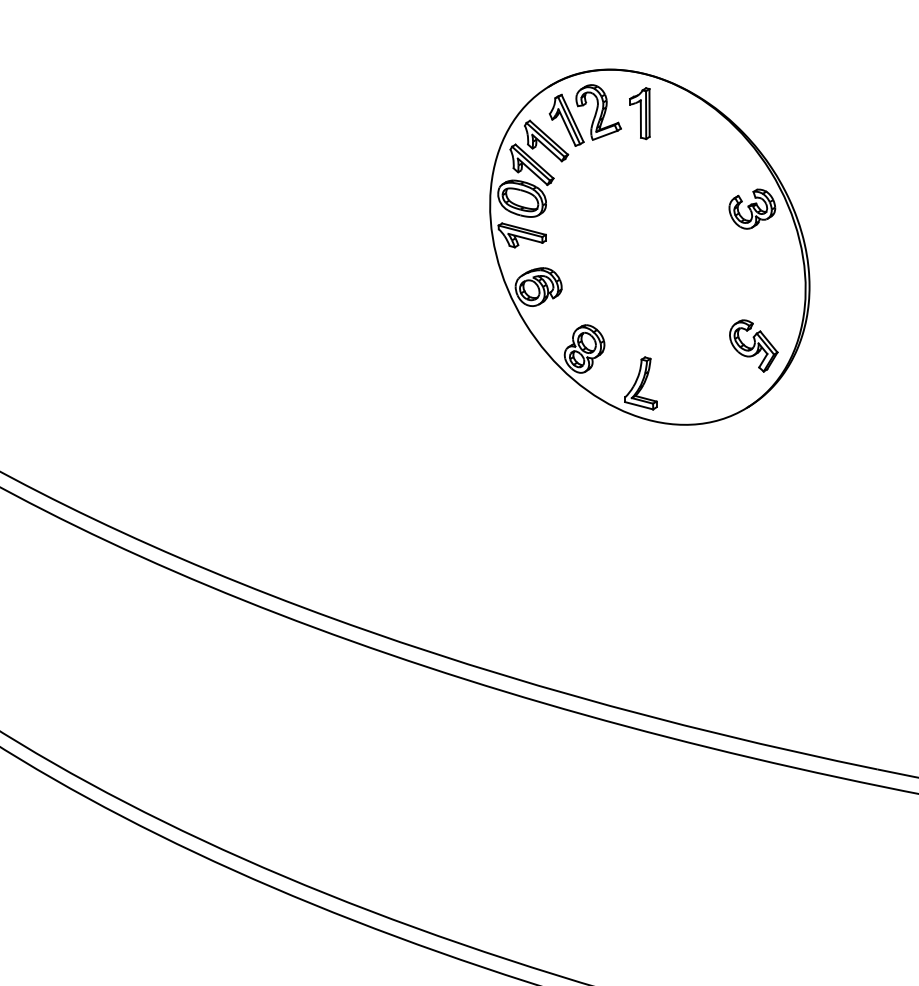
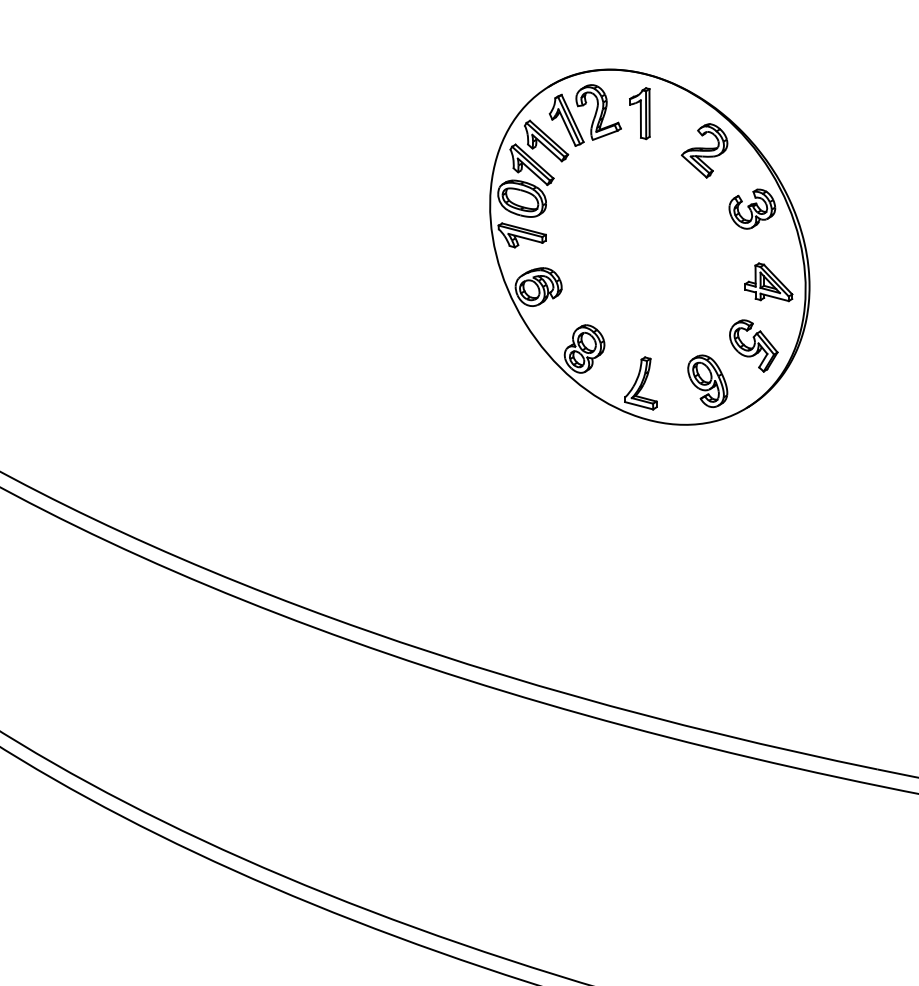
part at (704, 150): none -> present
part at (768, 282): none -> present
part at (707, 381): none -> present
